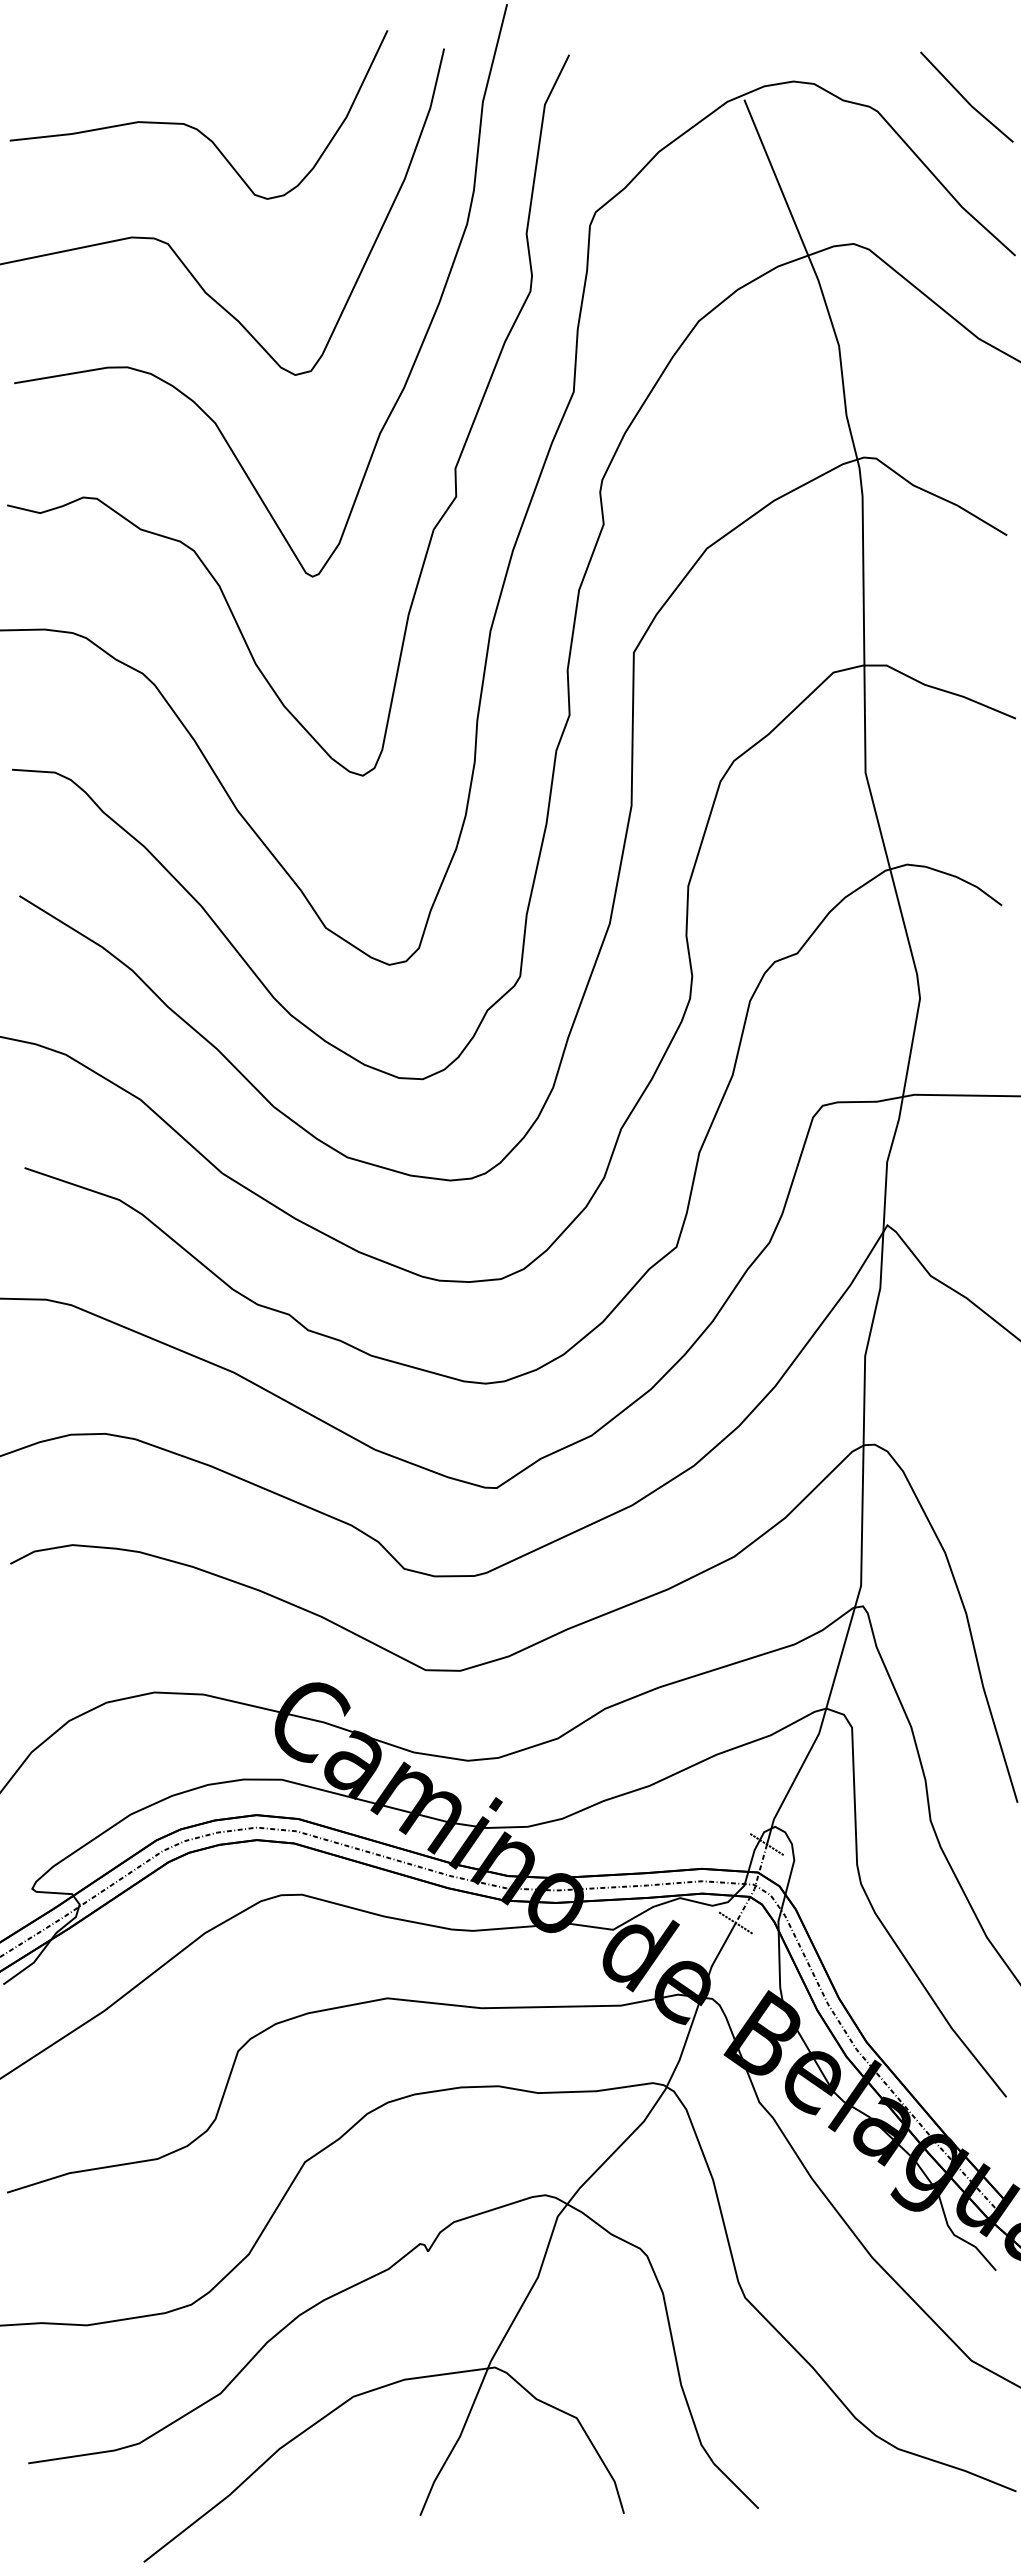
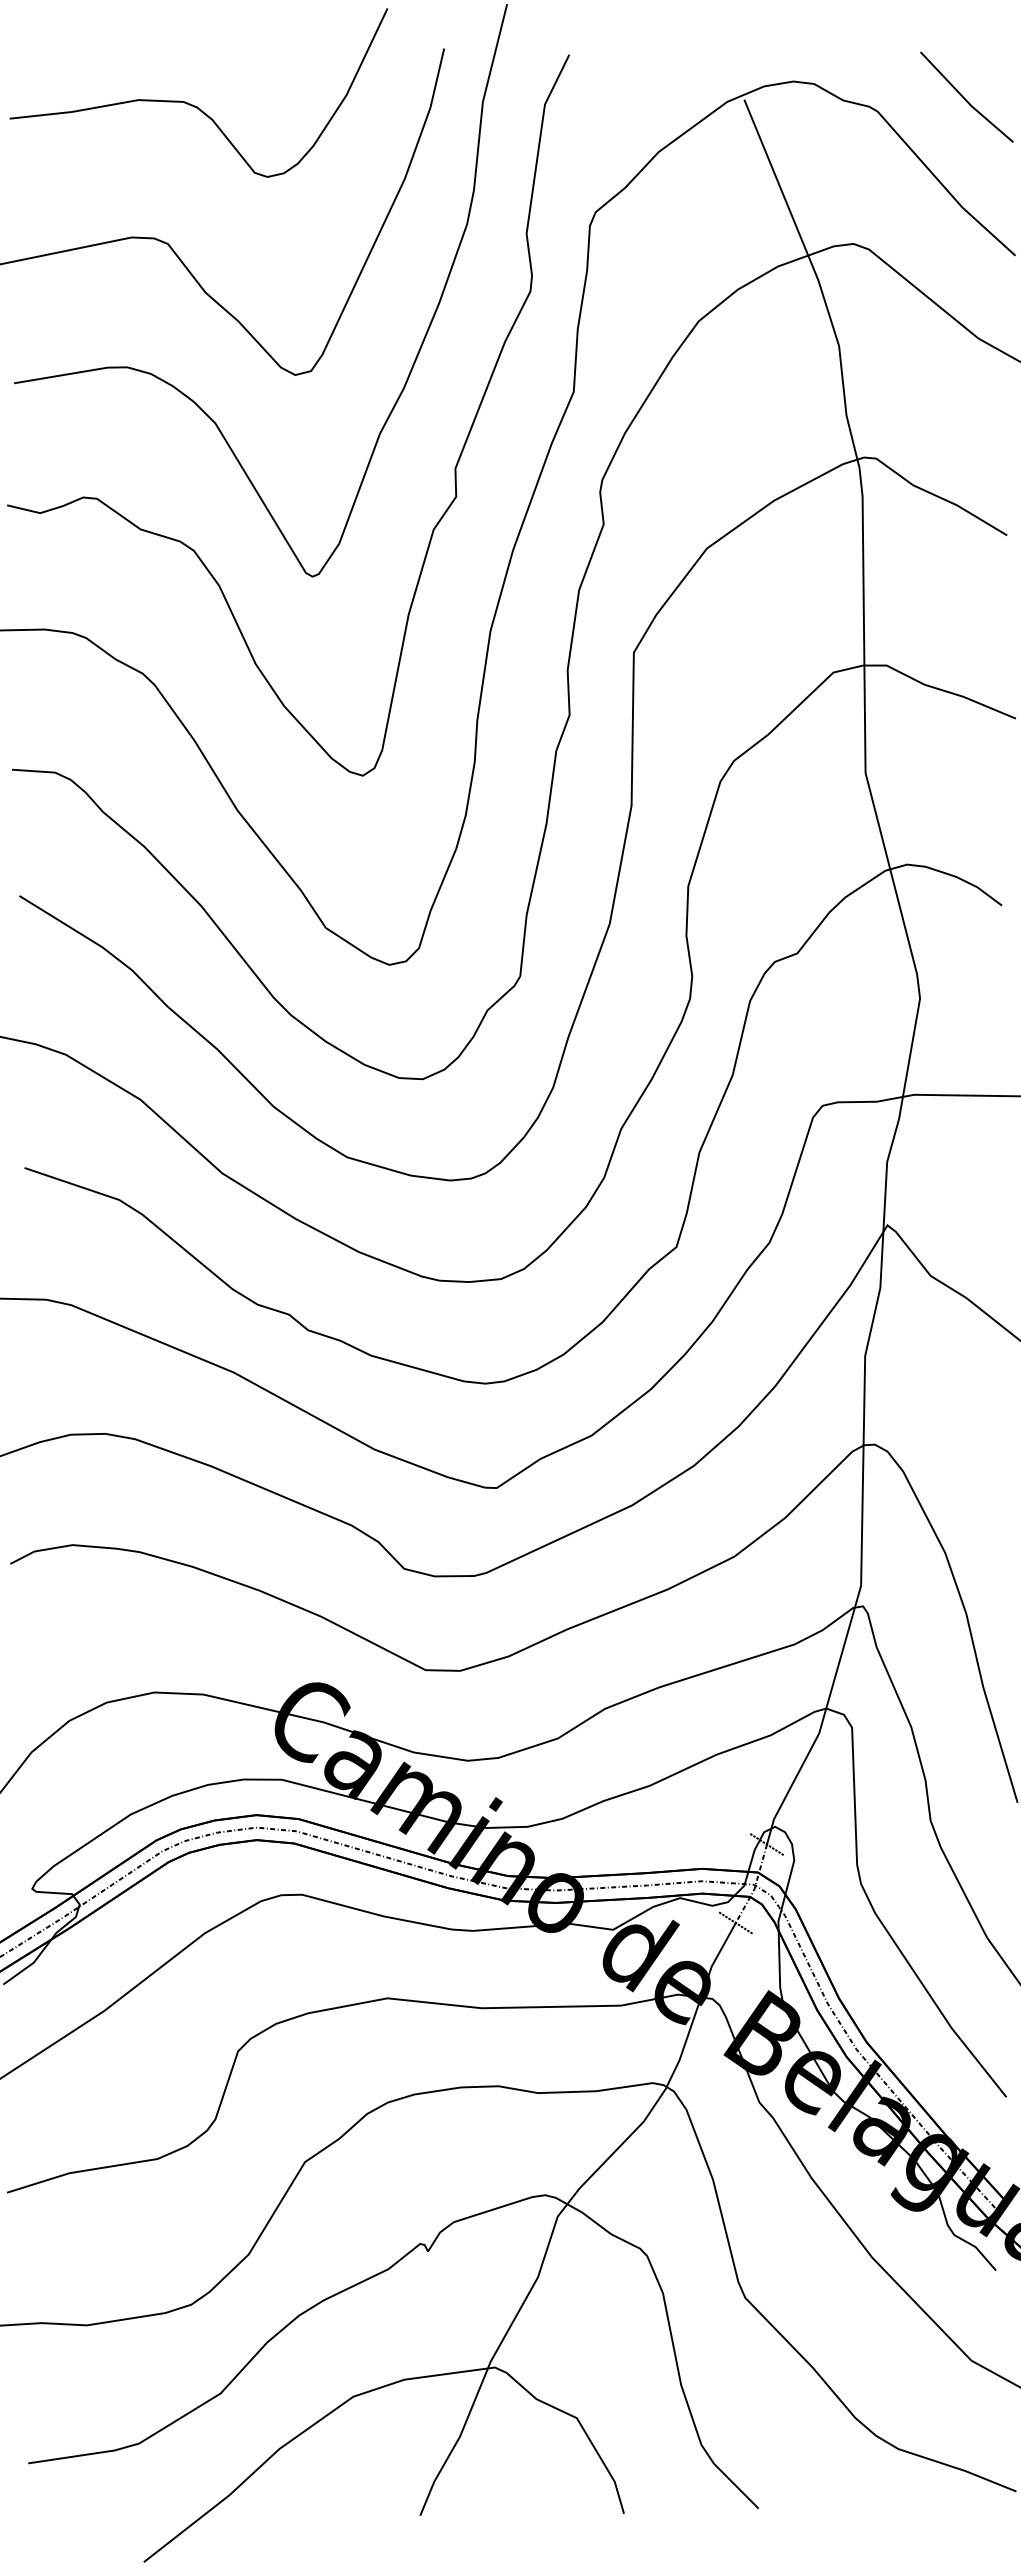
curve at (195, 127) position: (195, 127) -> (195, 105)
